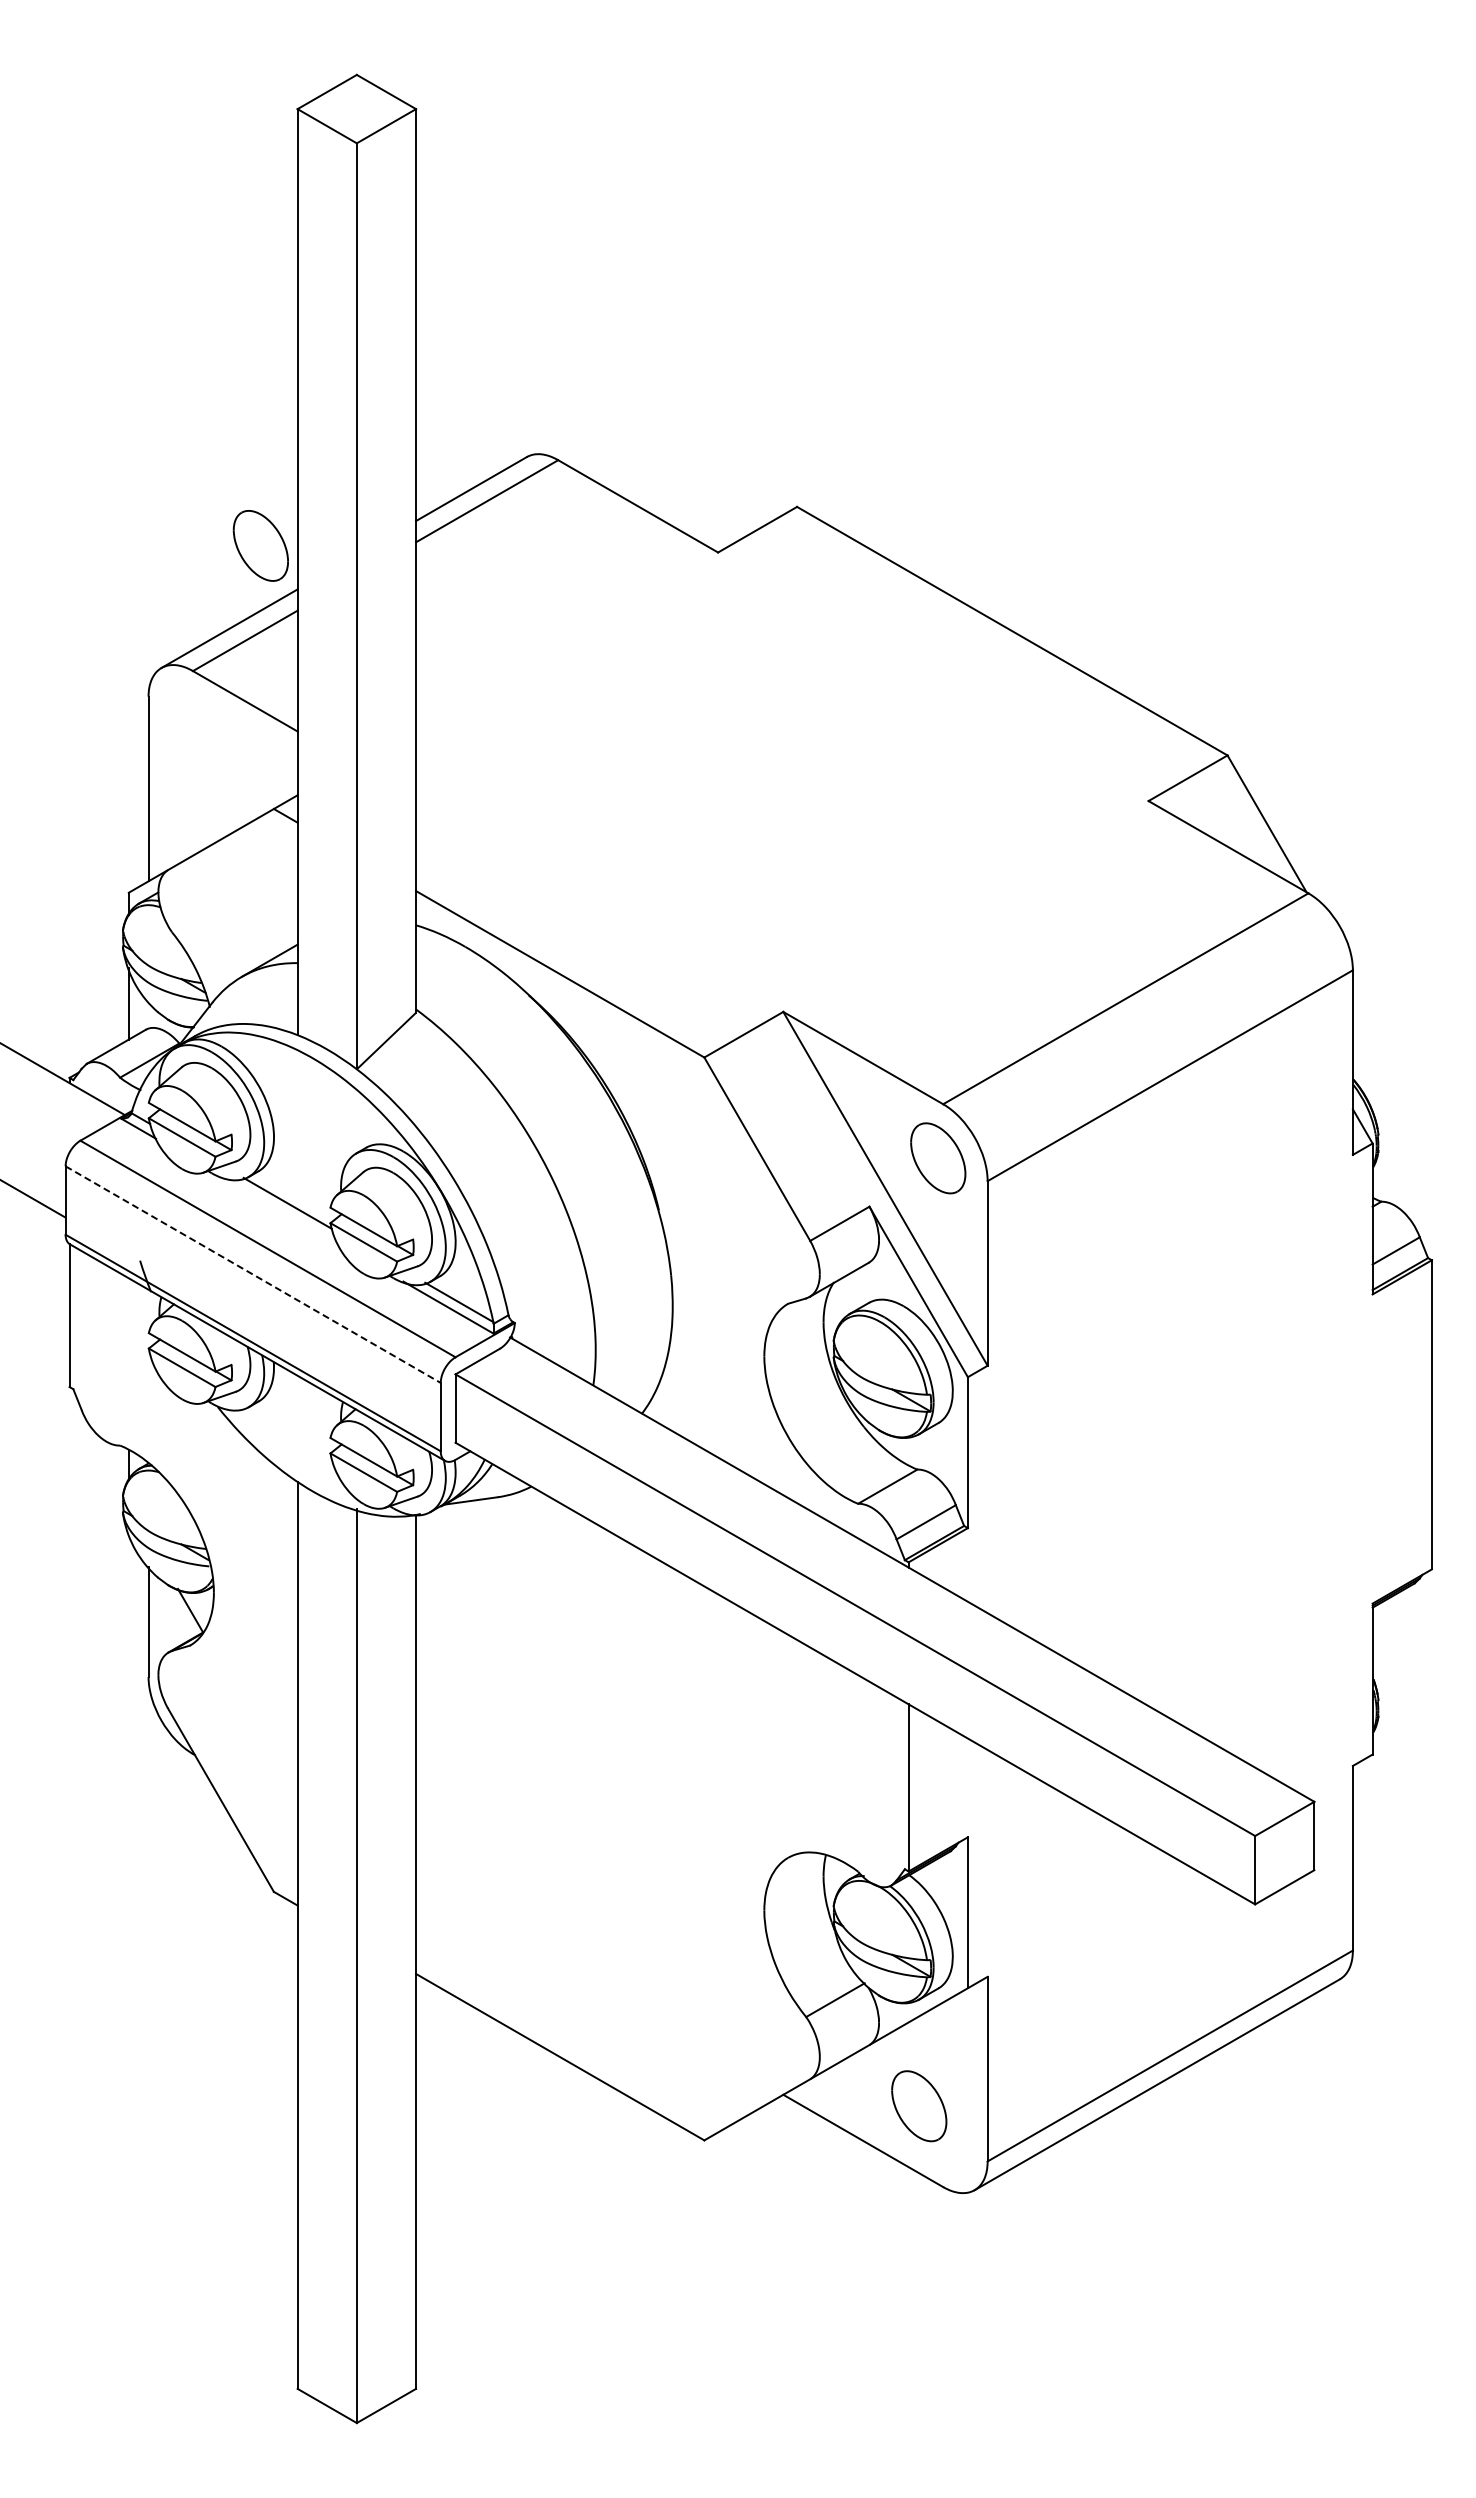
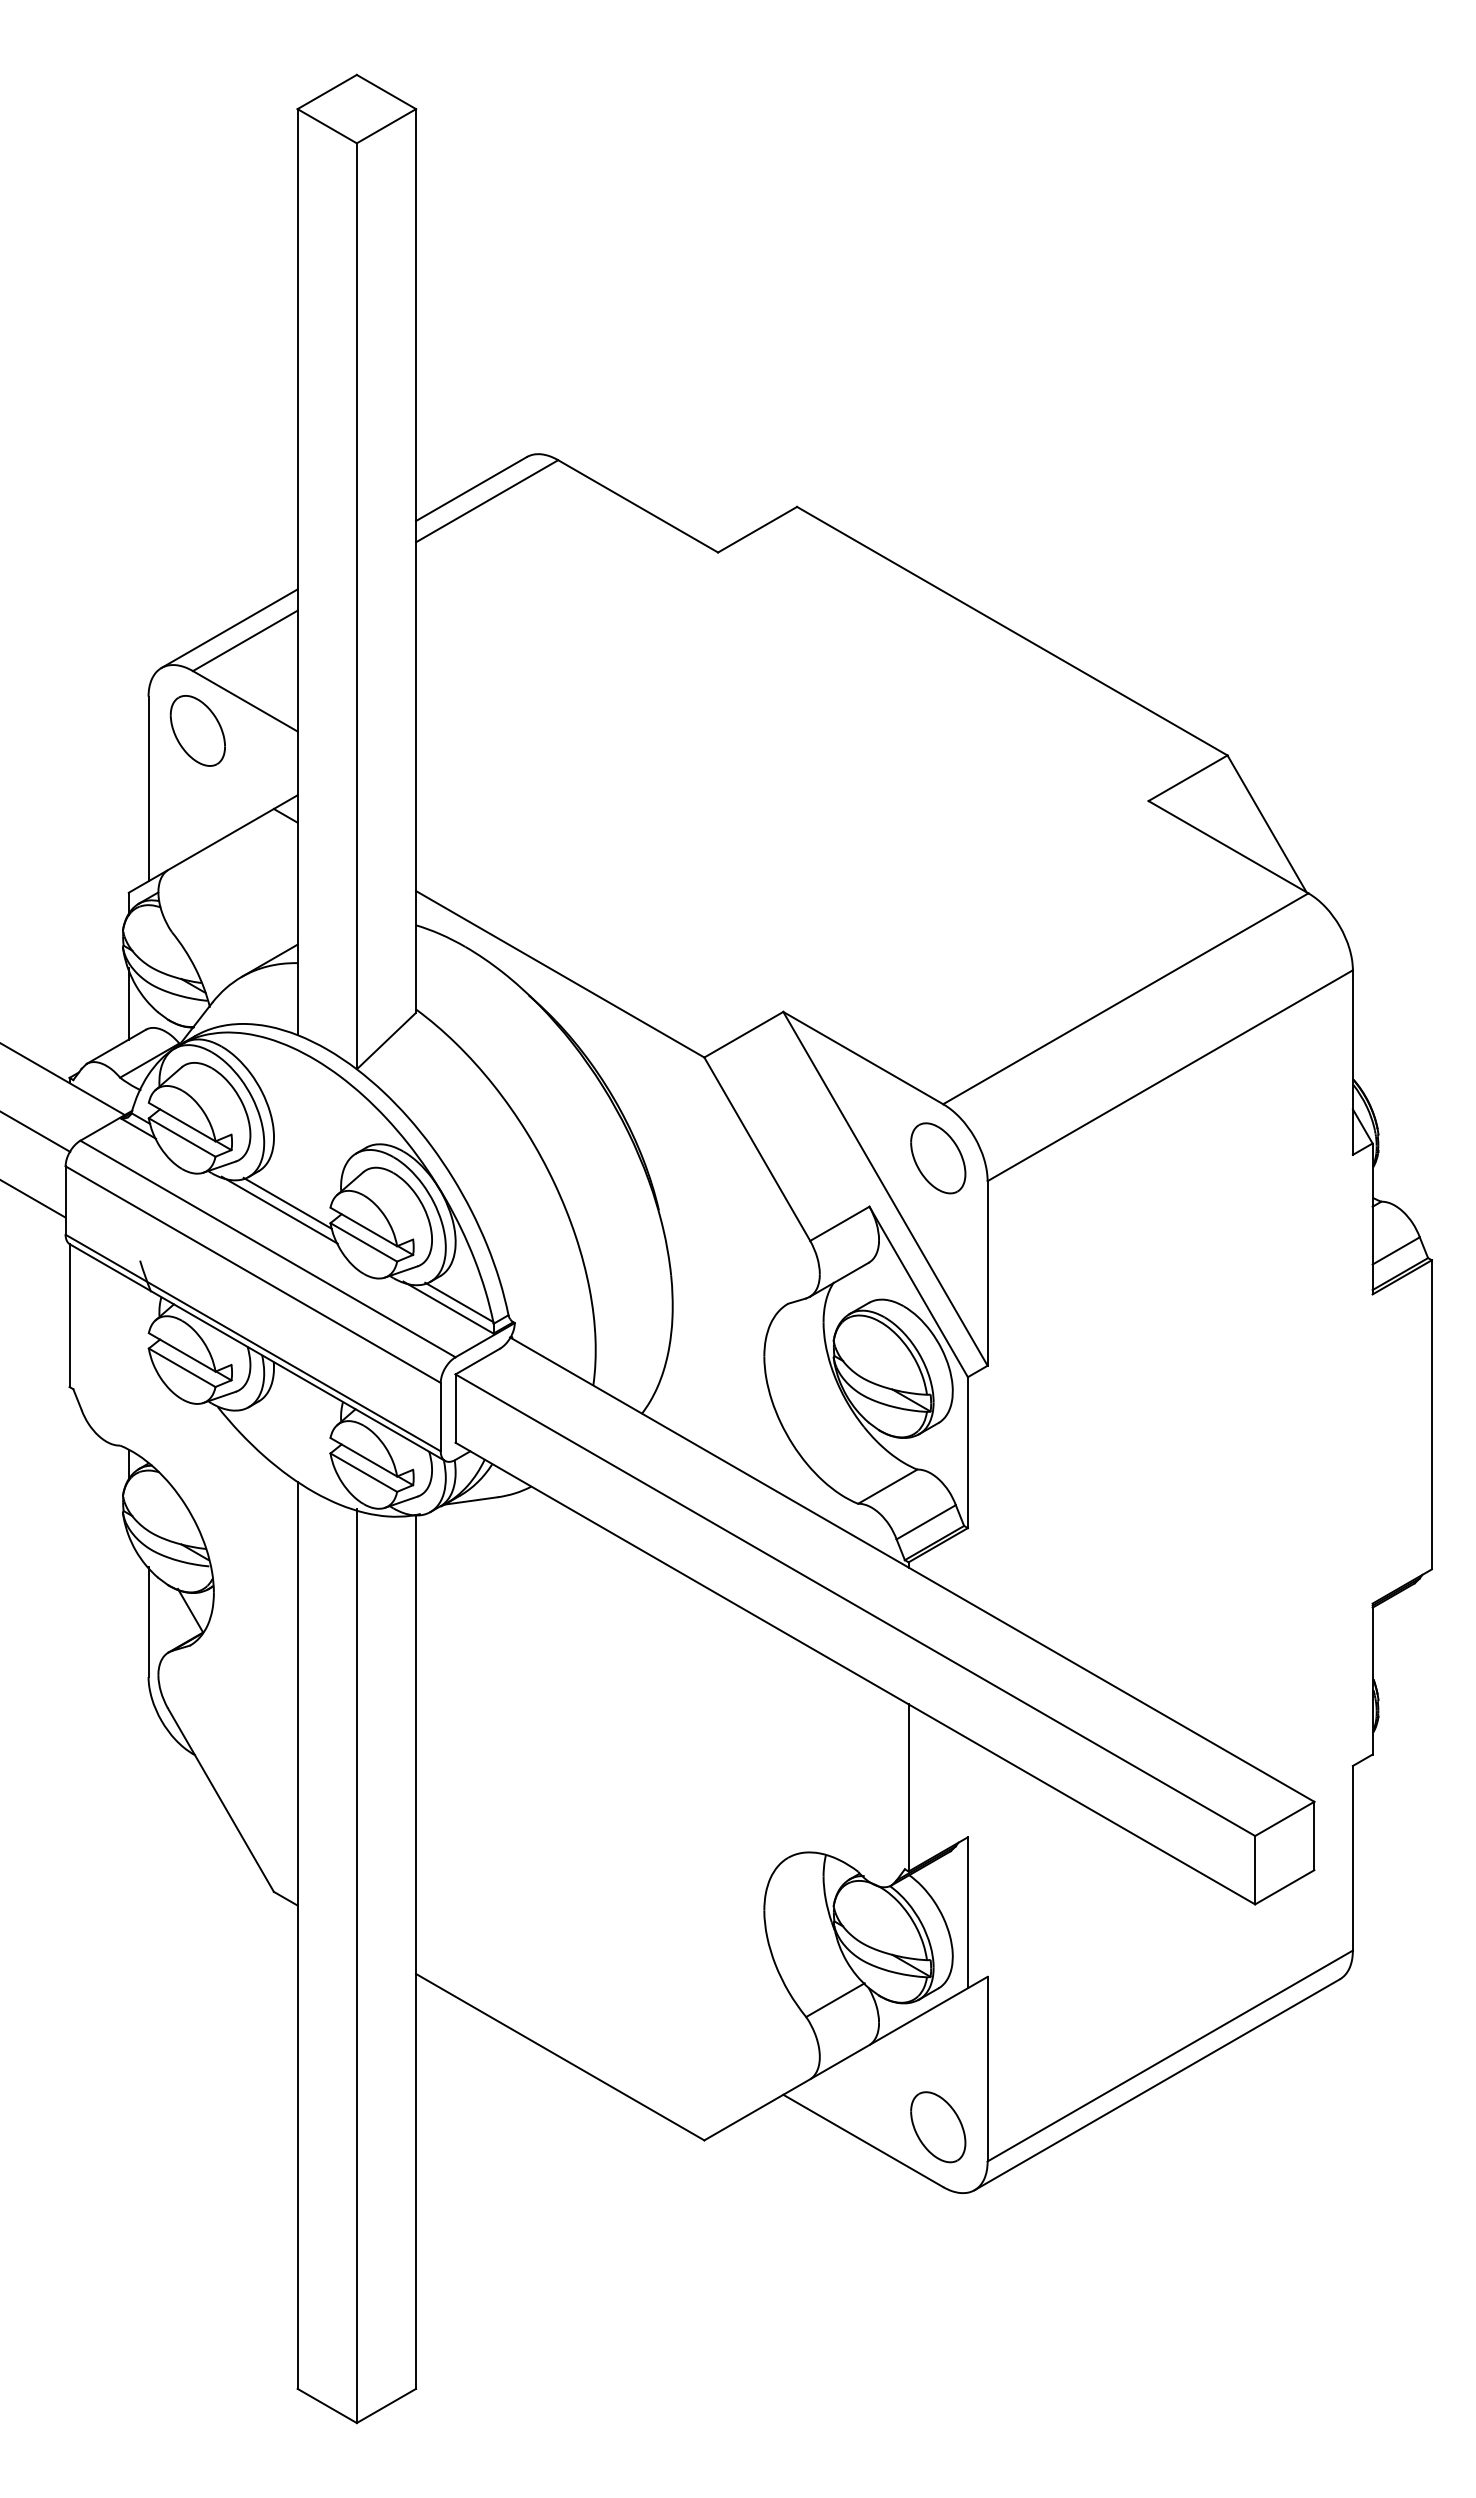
part at (260, 545) position: (260, 545) -> (197, 730)
line at (36, 1131): none -> present
line at (279, 1209): none -> present
line at (253, 1274): dashed -> solid
part at (919, 2106) position: (919, 2106) -> (938, 2127)
